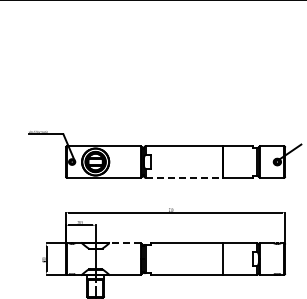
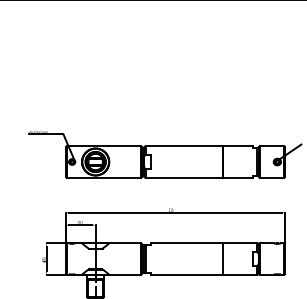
line at (184, 177): dashed -> solid
line at (124, 243): dashed -> solid
